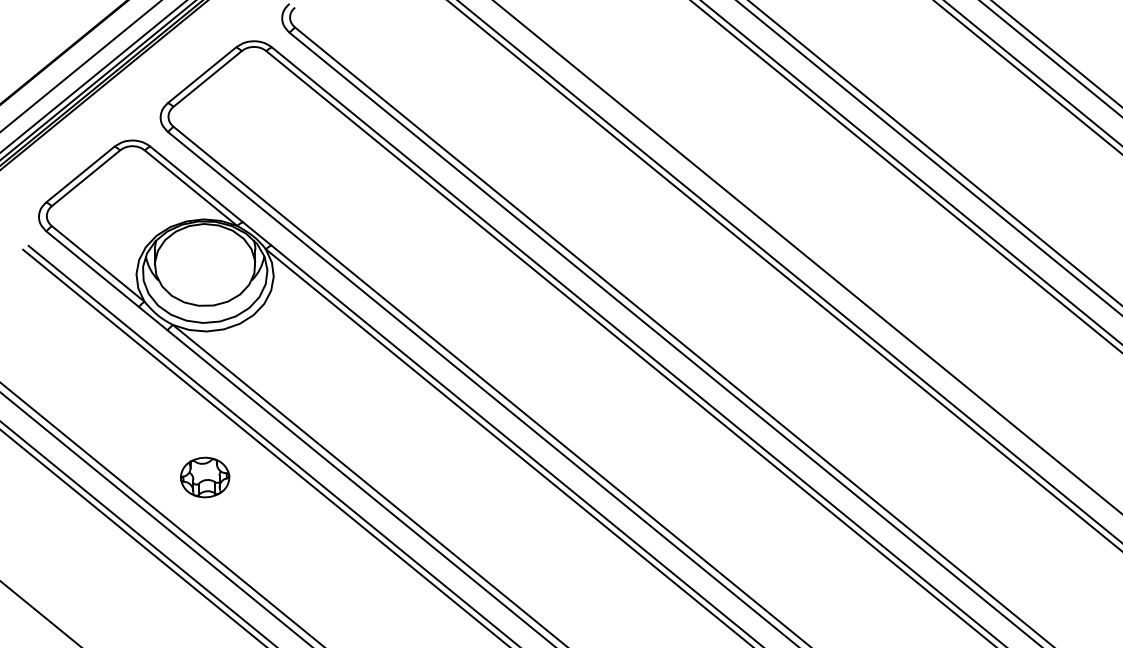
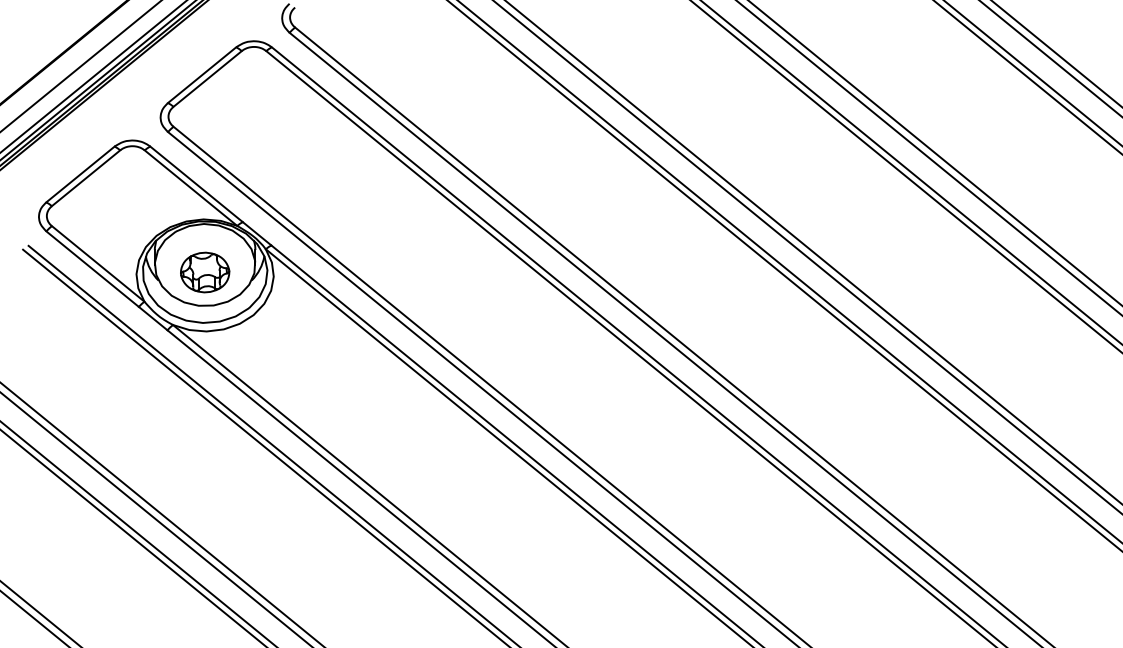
line at (813, 252): none -> present
part at (205, 477) position: (205, 477) -> (205, 272)
line at (33, 618): none -> present
